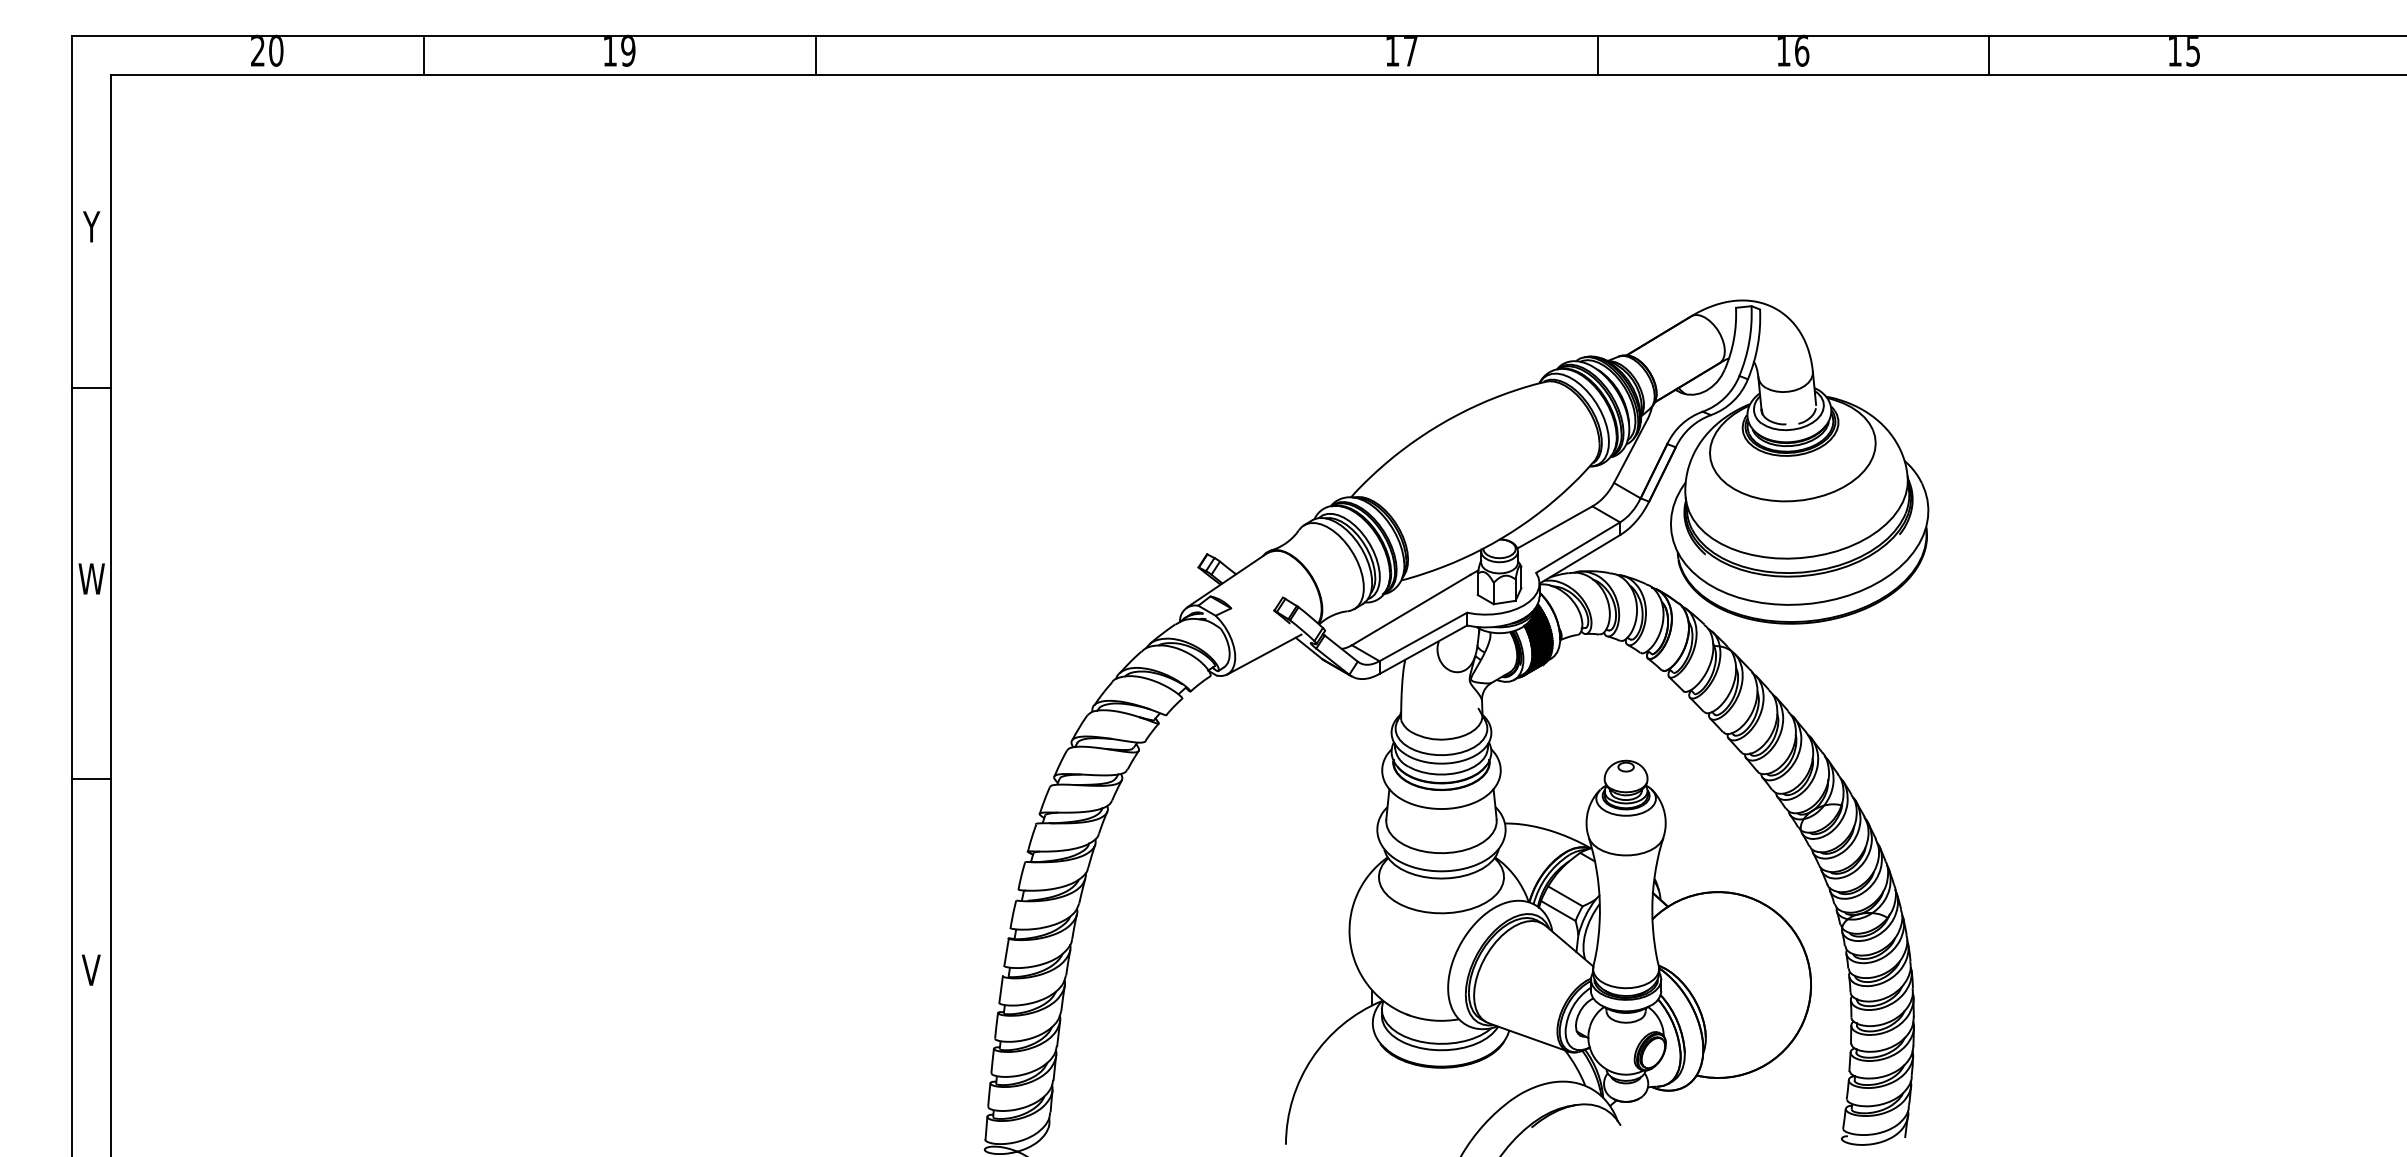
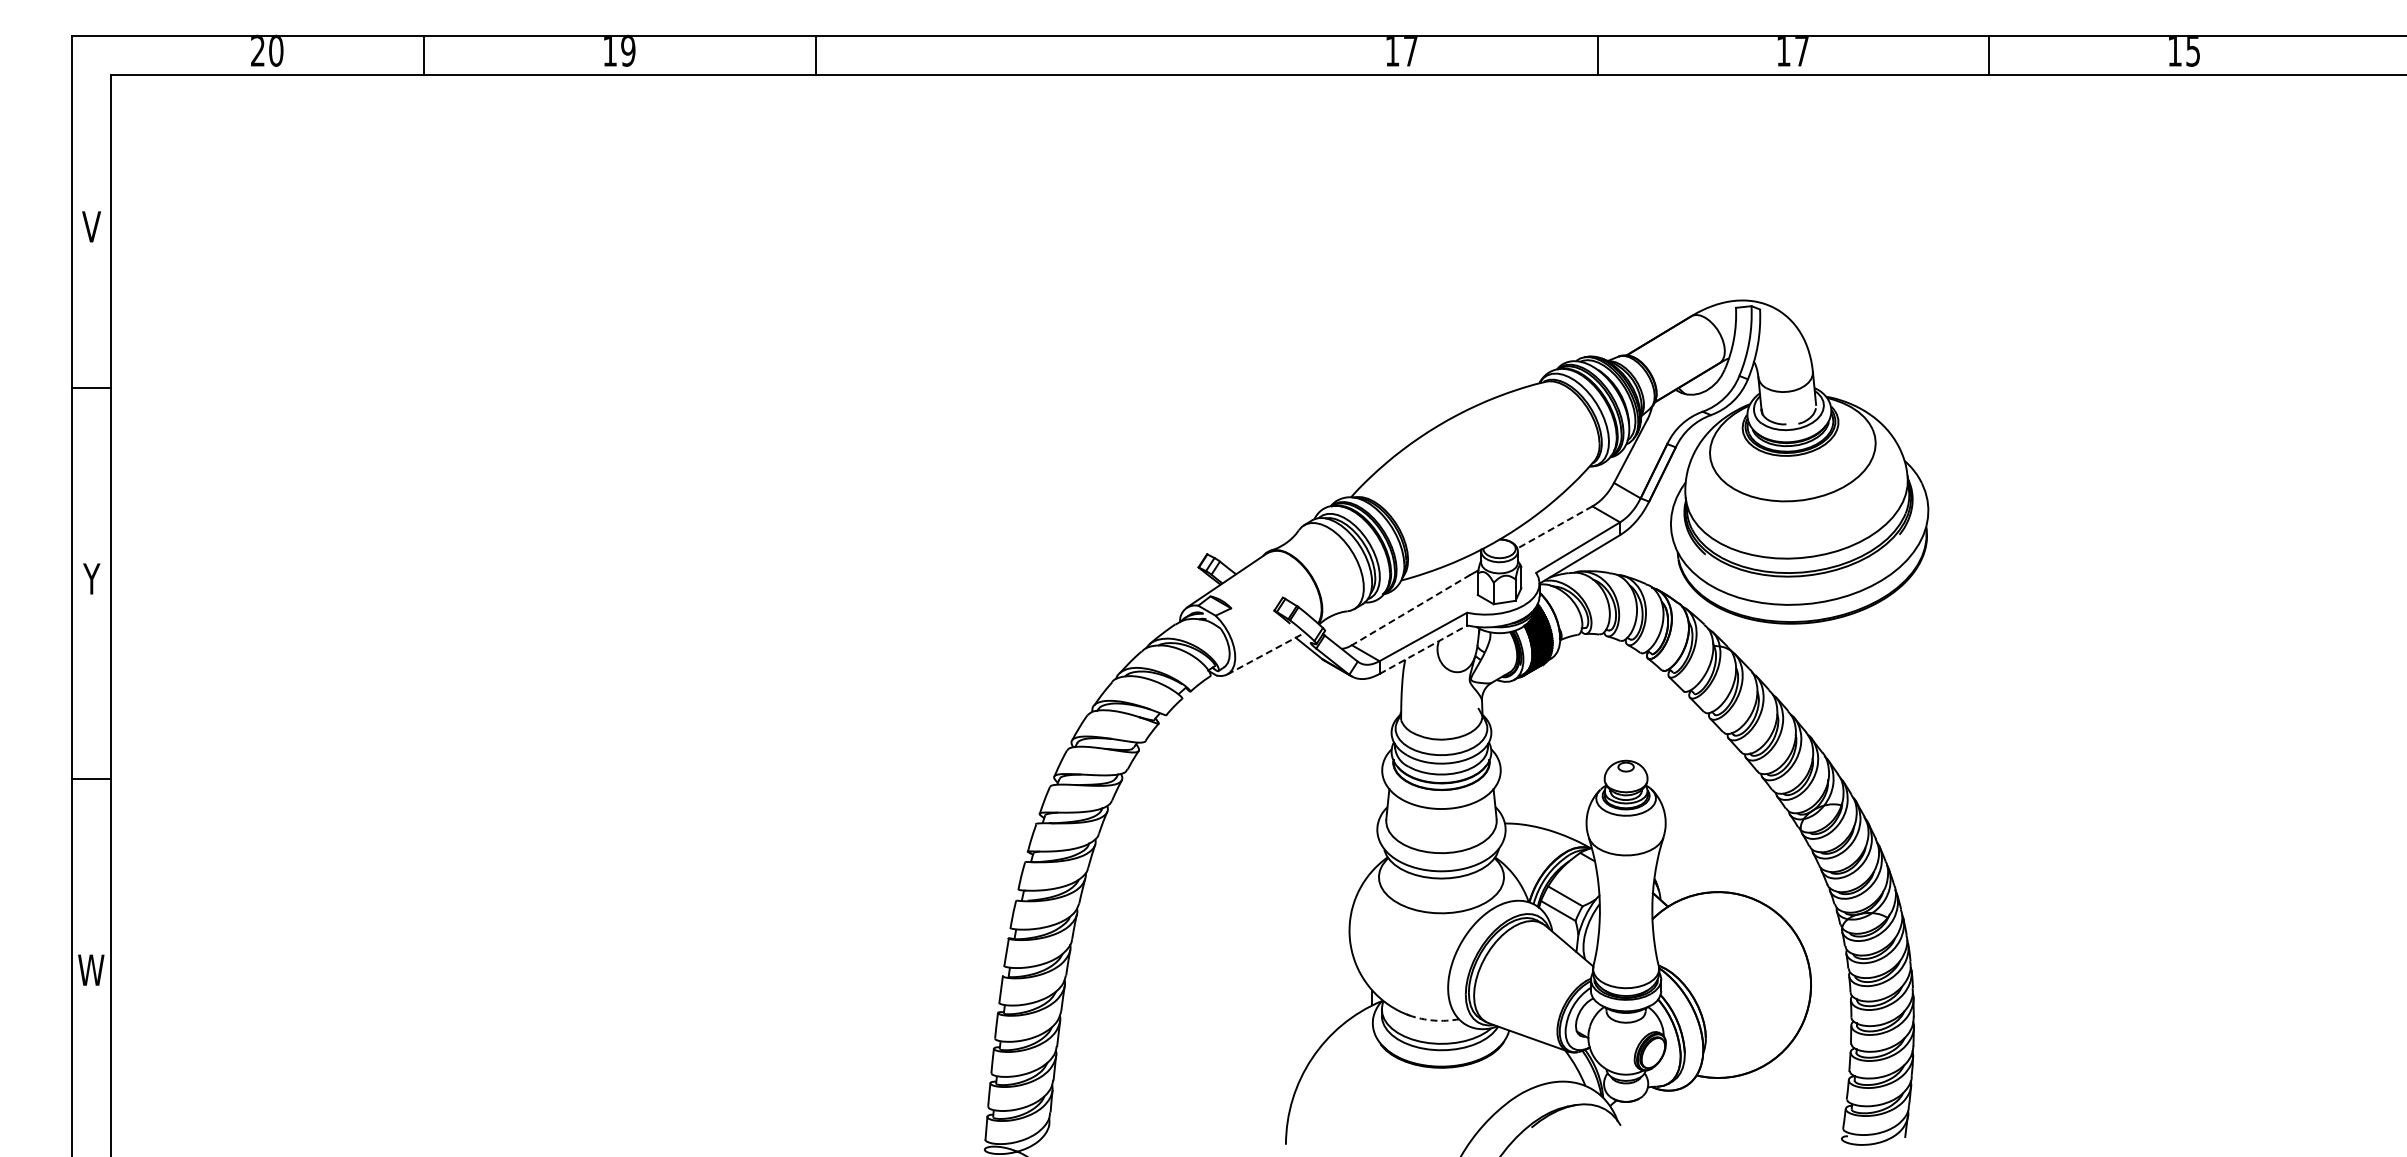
text at (1802, 50): 16 -> 17
text at (91, 226): Y -> V
line at (1554, 527): solid -> dashed
text at (91, 578): W -> Y
line at (1411, 610): solid -> dashed
line at (1423, 649): solid -> dashed
line at (1264, 654): solid -> dashed
text at (91, 969): V -> W
arc at (1433, 1020): solid -> dashed
